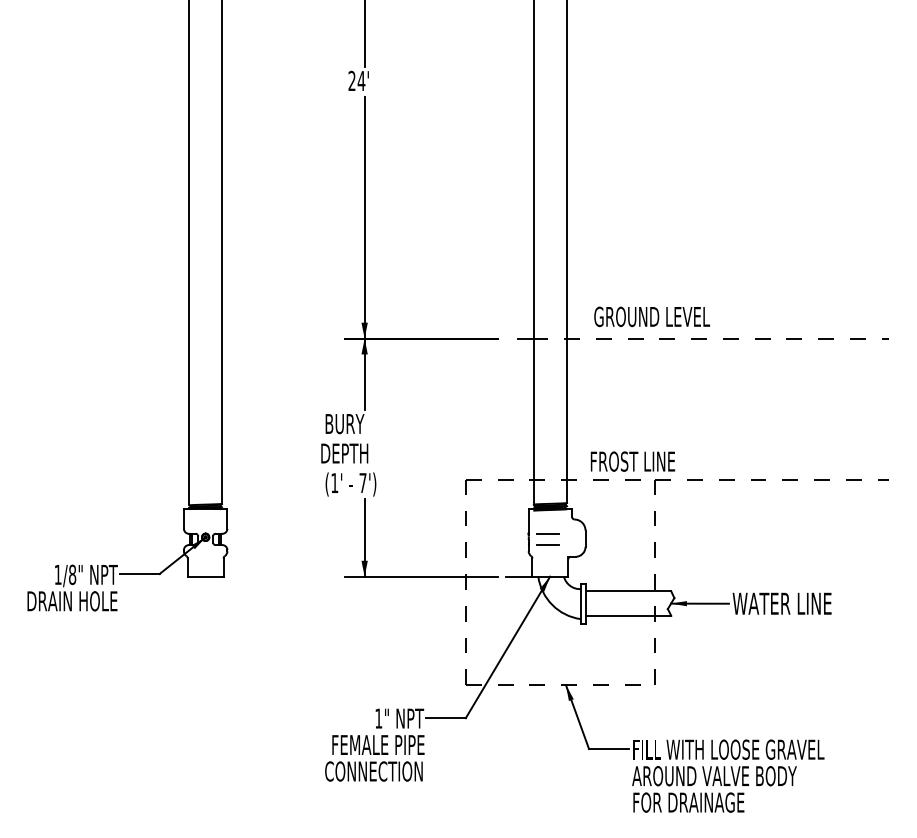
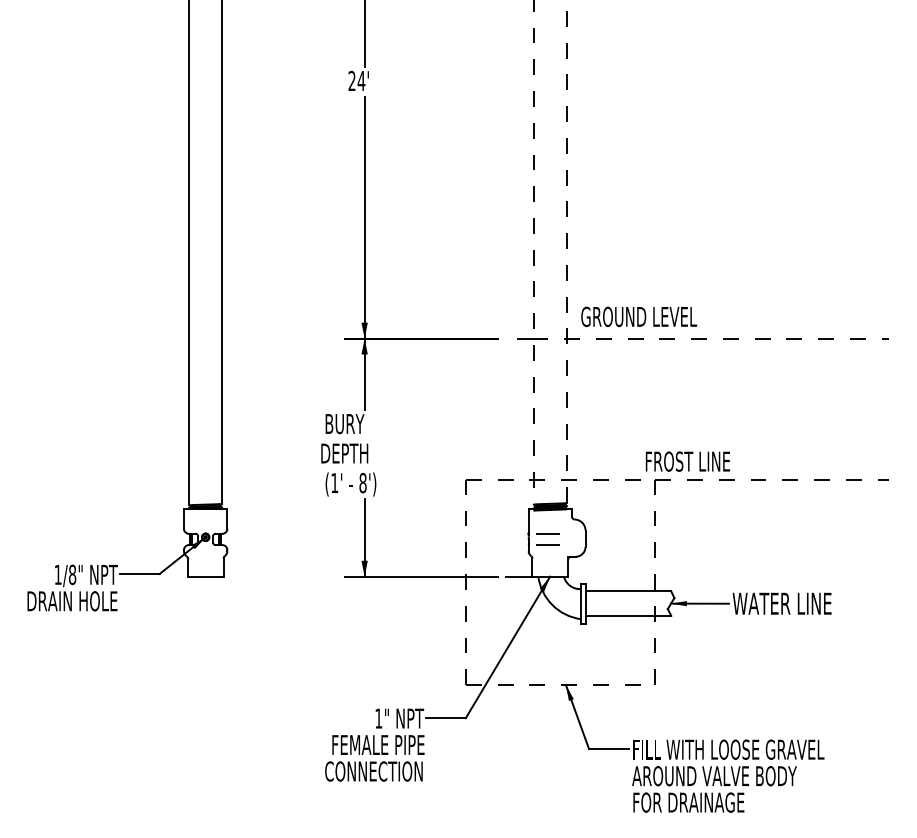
line at (566, 251): solid -> dashed
line at (533, 253): solid -> dashed
text at (652, 316) position: (652, 316) -> (639, 316)
text at (632, 461) position: (632, 461) -> (687, 461)
text at (362, 483): 7') -> 8')
